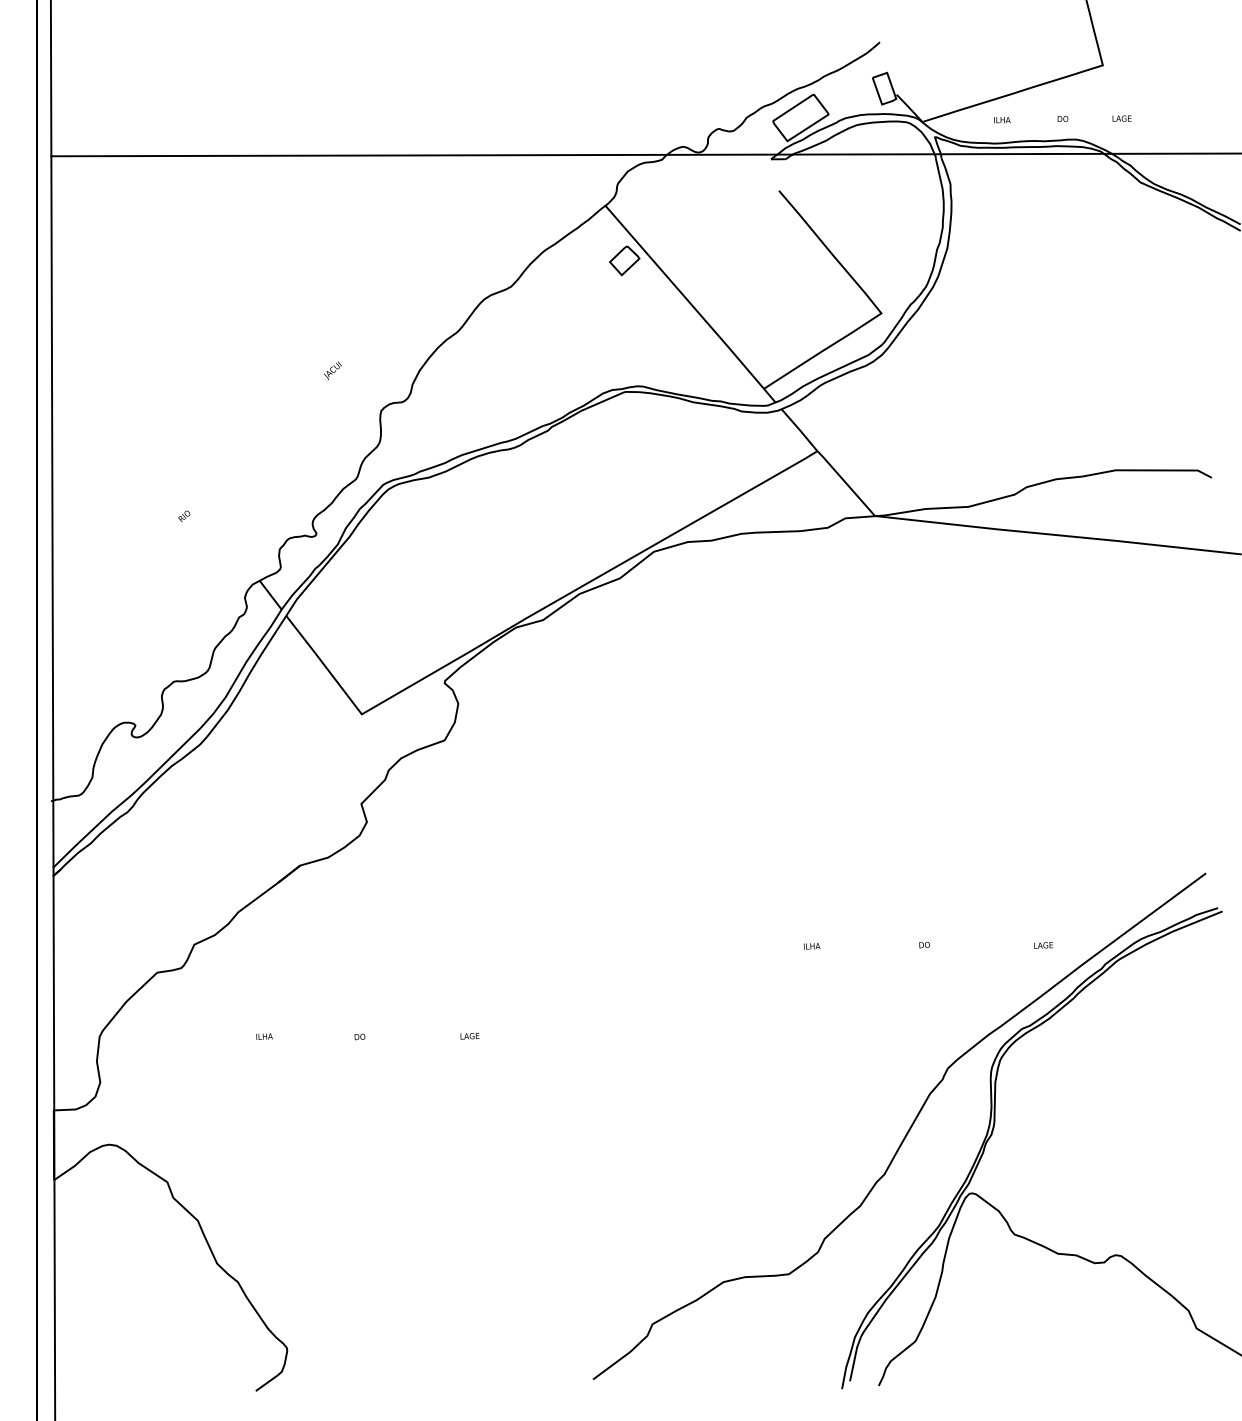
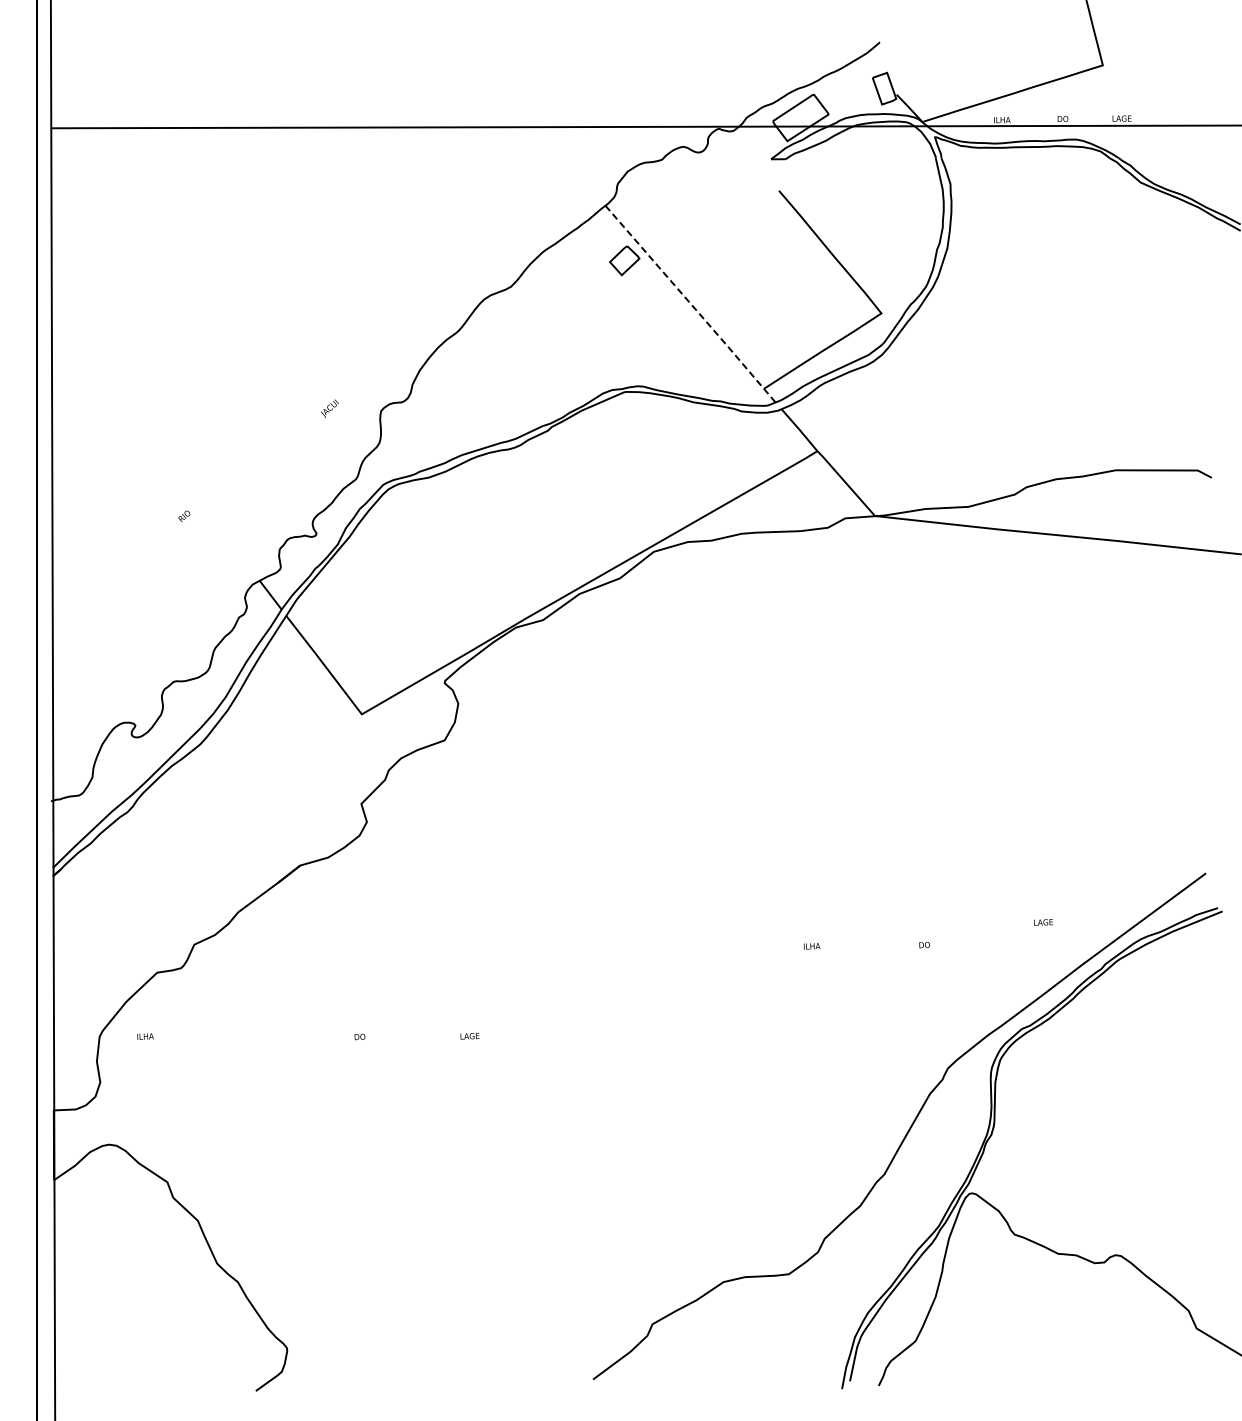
line at (644, 154) position: (644, 154) -> (644, 126)
line at (690, 304): solid -> dashed
text at (332, 370) position: (332, 370) -> (329, 408)
text at (1043, 945) position: (1043, 945) -> (1043, 922)
text at (264, 1036) position: (264, 1036) -> (145, 1036)
